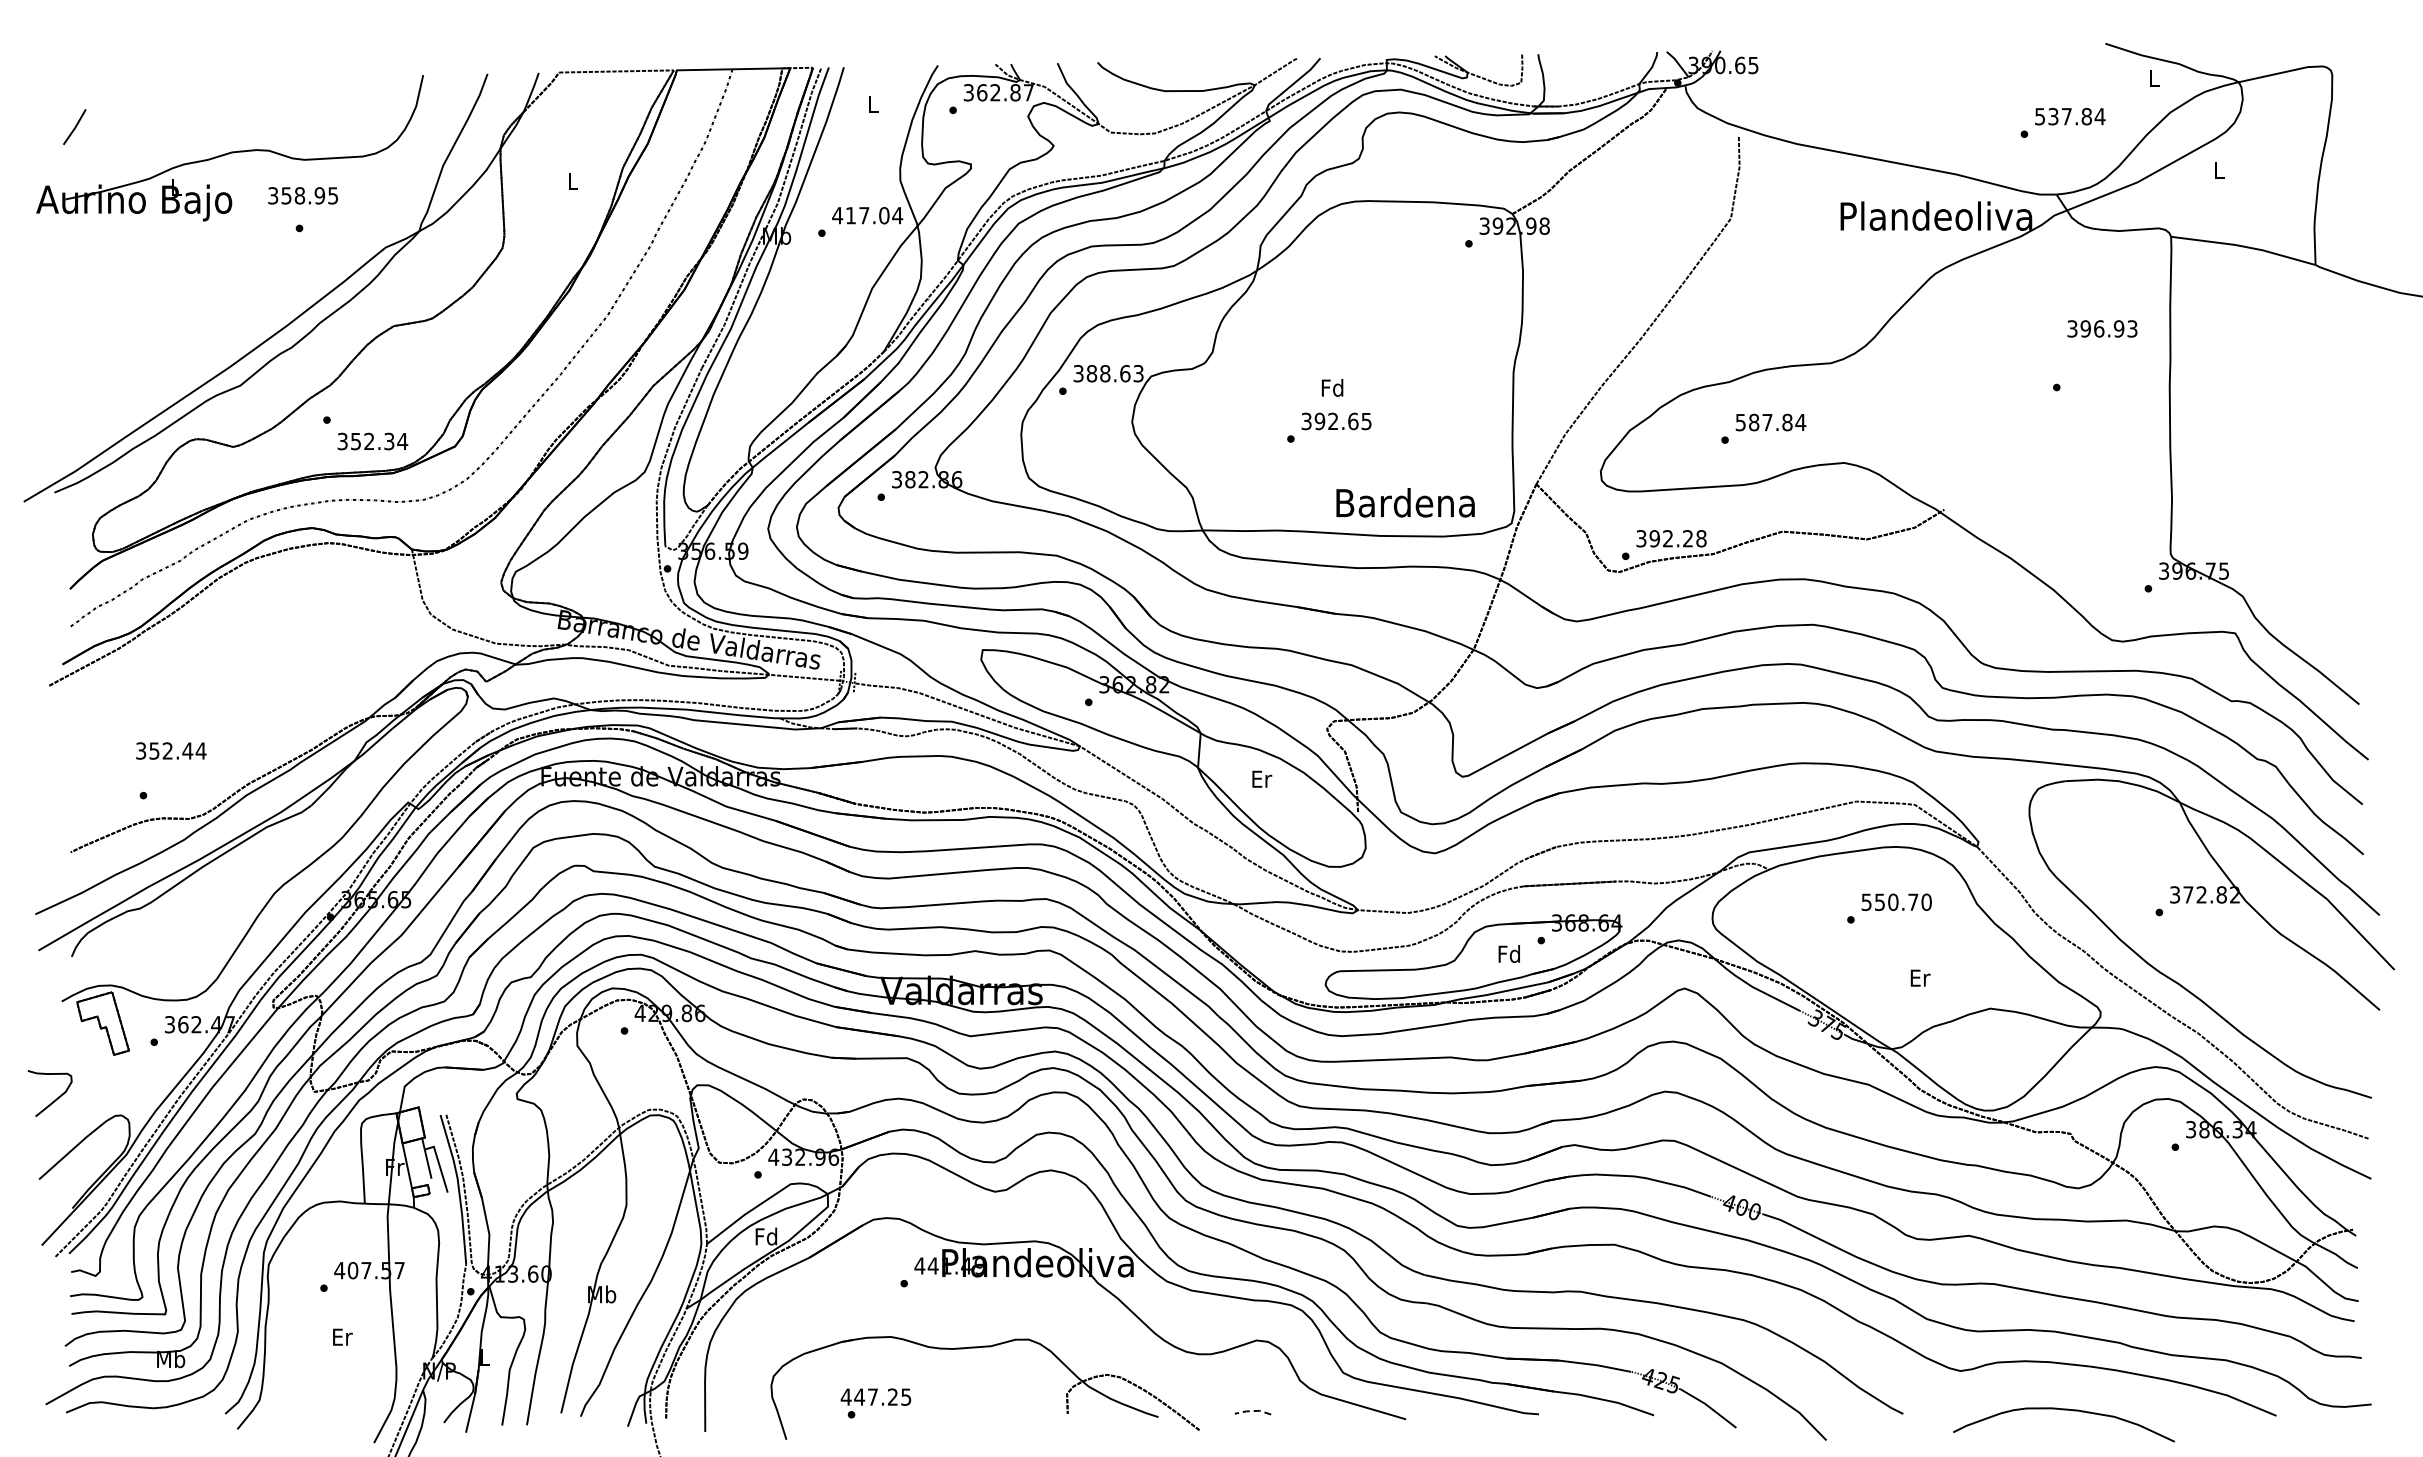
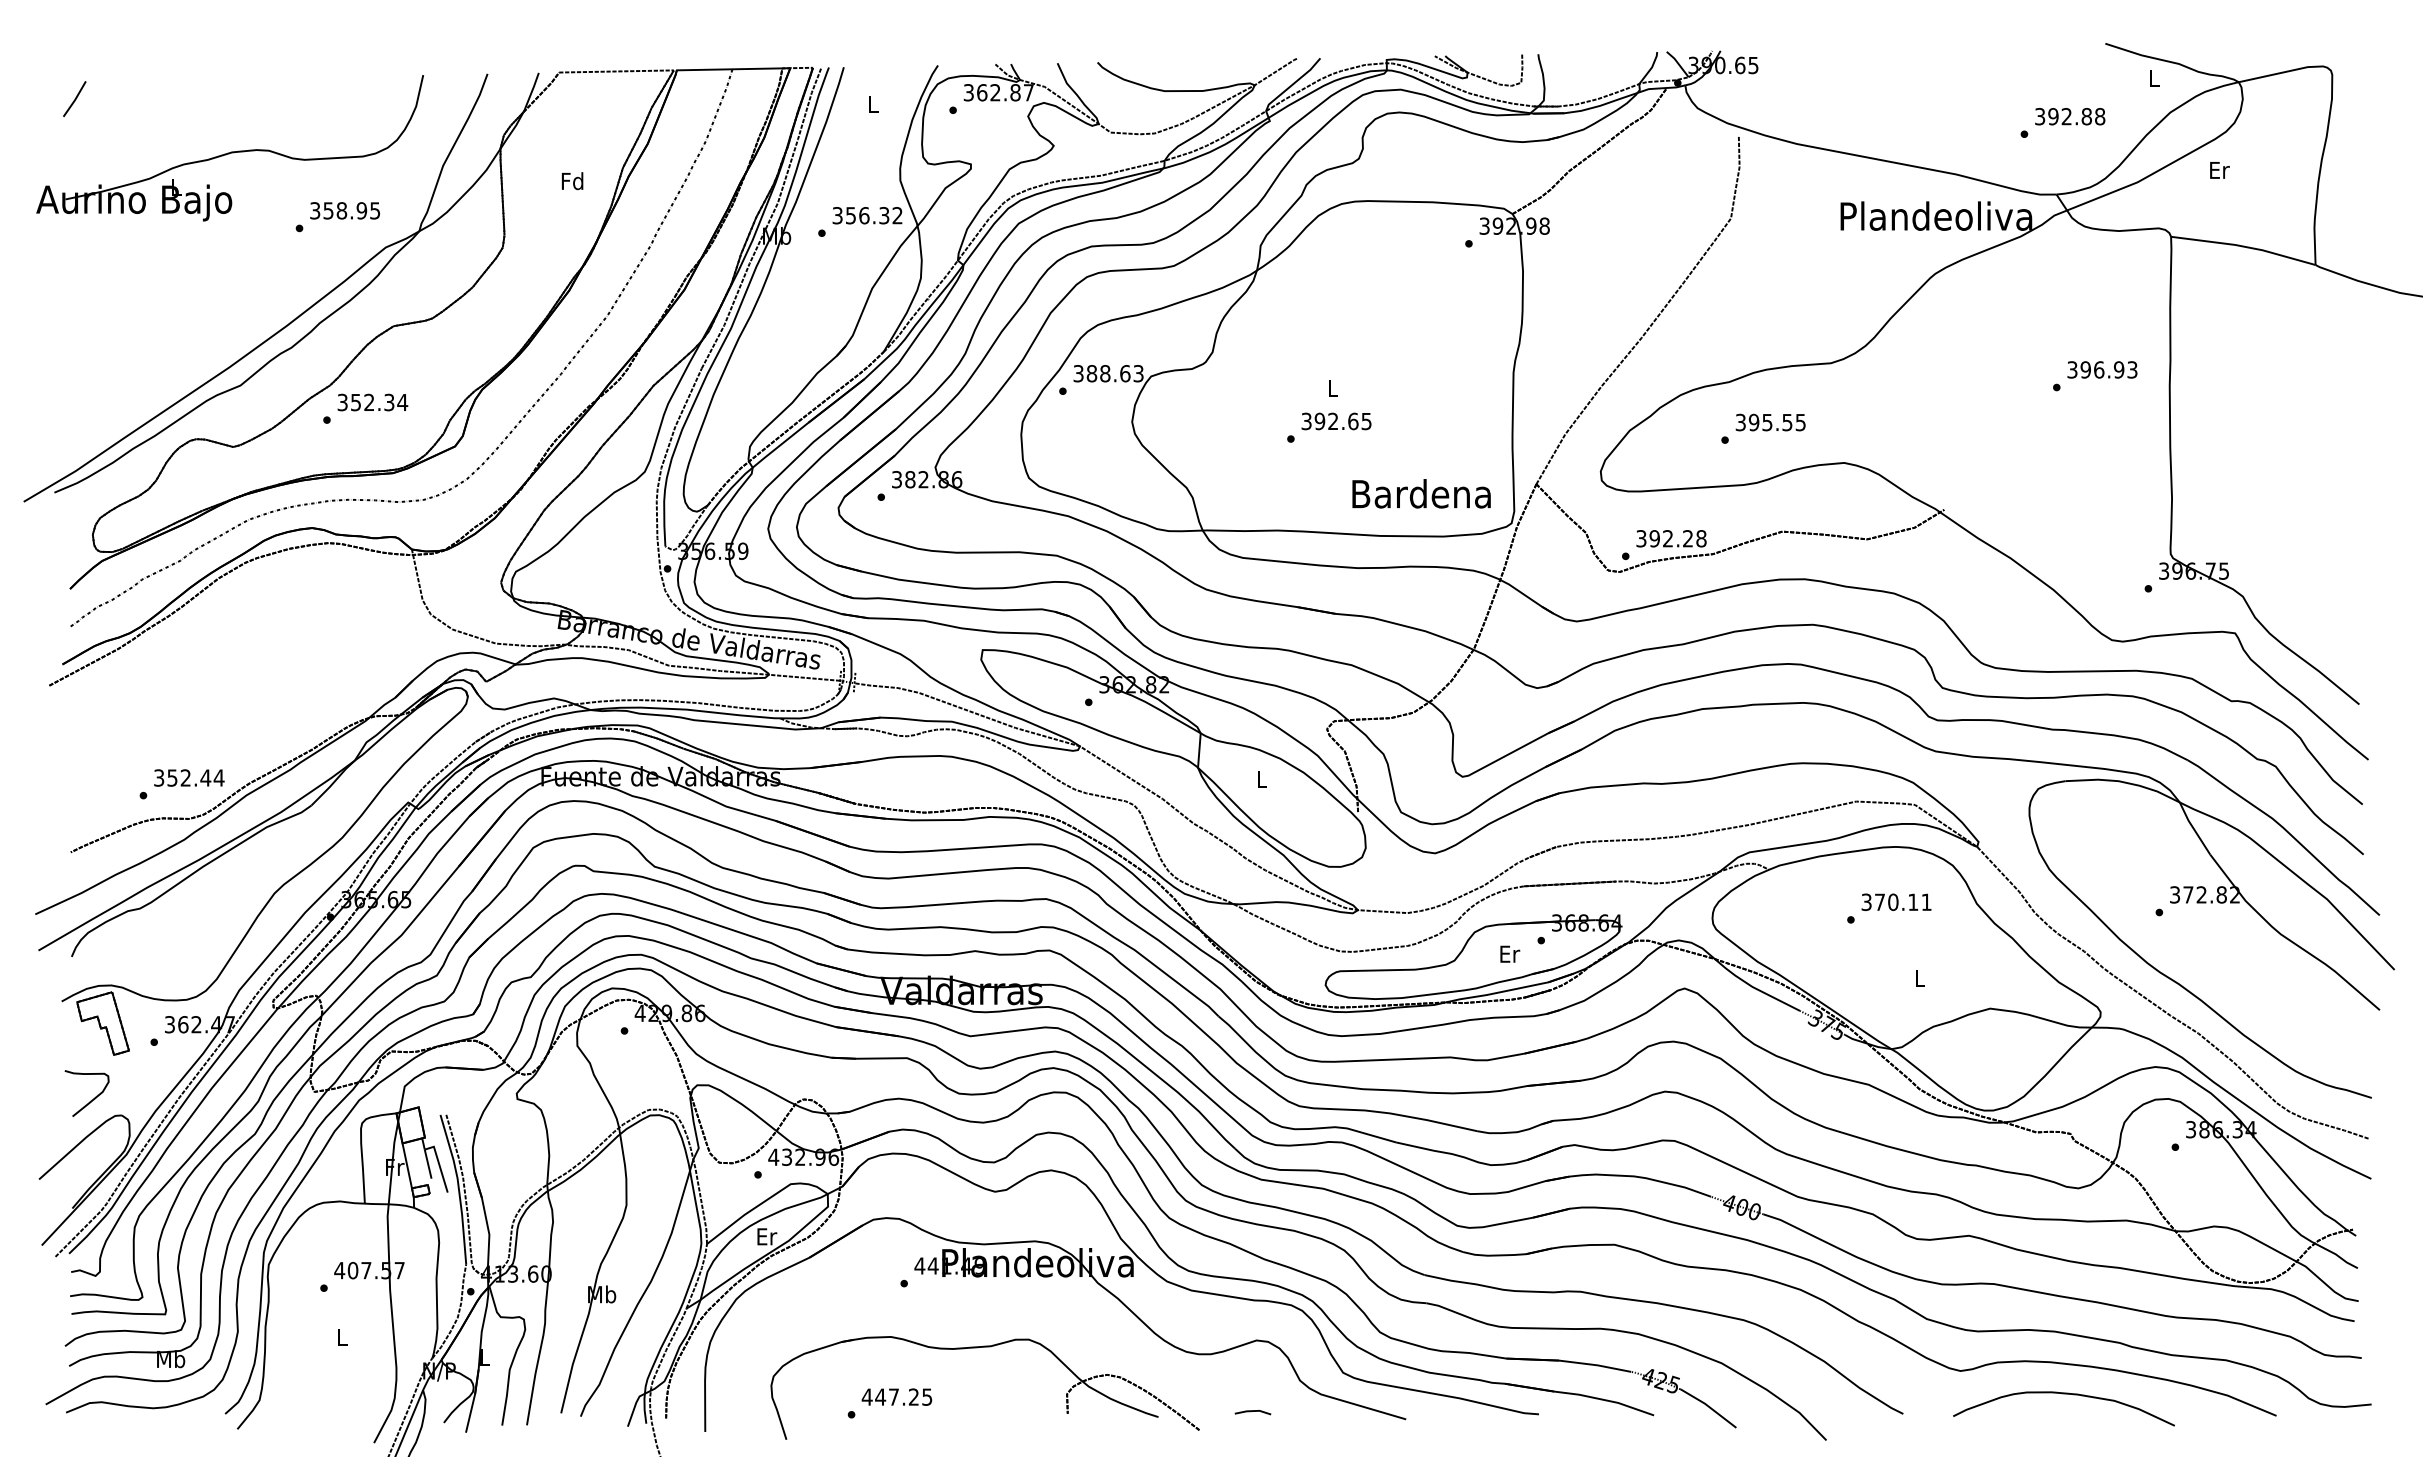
text at (2070, 116): 537.84 -> 392.88
line at (74, 127) position: (74, 127) -> (74, 99)
text at (2219, 170): L -> Er
text at (572, 181): L -> Fd
text at (302, 195) position: (302, 195) -> (344, 210)
text at (867, 215): 417.04 -> 356.32
text at (2102, 328) position: (2102, 328) -> (2102, 369)
text at (1332, 387): Fd -> L
text at (1771, 422): 587.84 -> 395.55
text at (372, 441) position: (372, 441) -> (372, 402)
text at (1405, 502) position: (1405, 502) -> (1421, 493)
text at (171, 750) position: (171, 750) -> (189, 777)
text at (1262, 778): Er -> L
text at (1896, 902): 550.70 -> 370.11
text at (1509, 953): Fd -> Er
text at (1920, 977): Er -> L
curve at (53, 1100) position: (53, 1100) -> (90, 1100)
text at (766, 1236): Fd -> Er
text at (342, 1336): Er -> L
text at (875, 1396) position: (875, 1396) -> (896, 1396)
curve at (2063, 1410) position: (2063, 1410) -> (2063, 1394)
line at (1252, 1411): dashed -> solid
